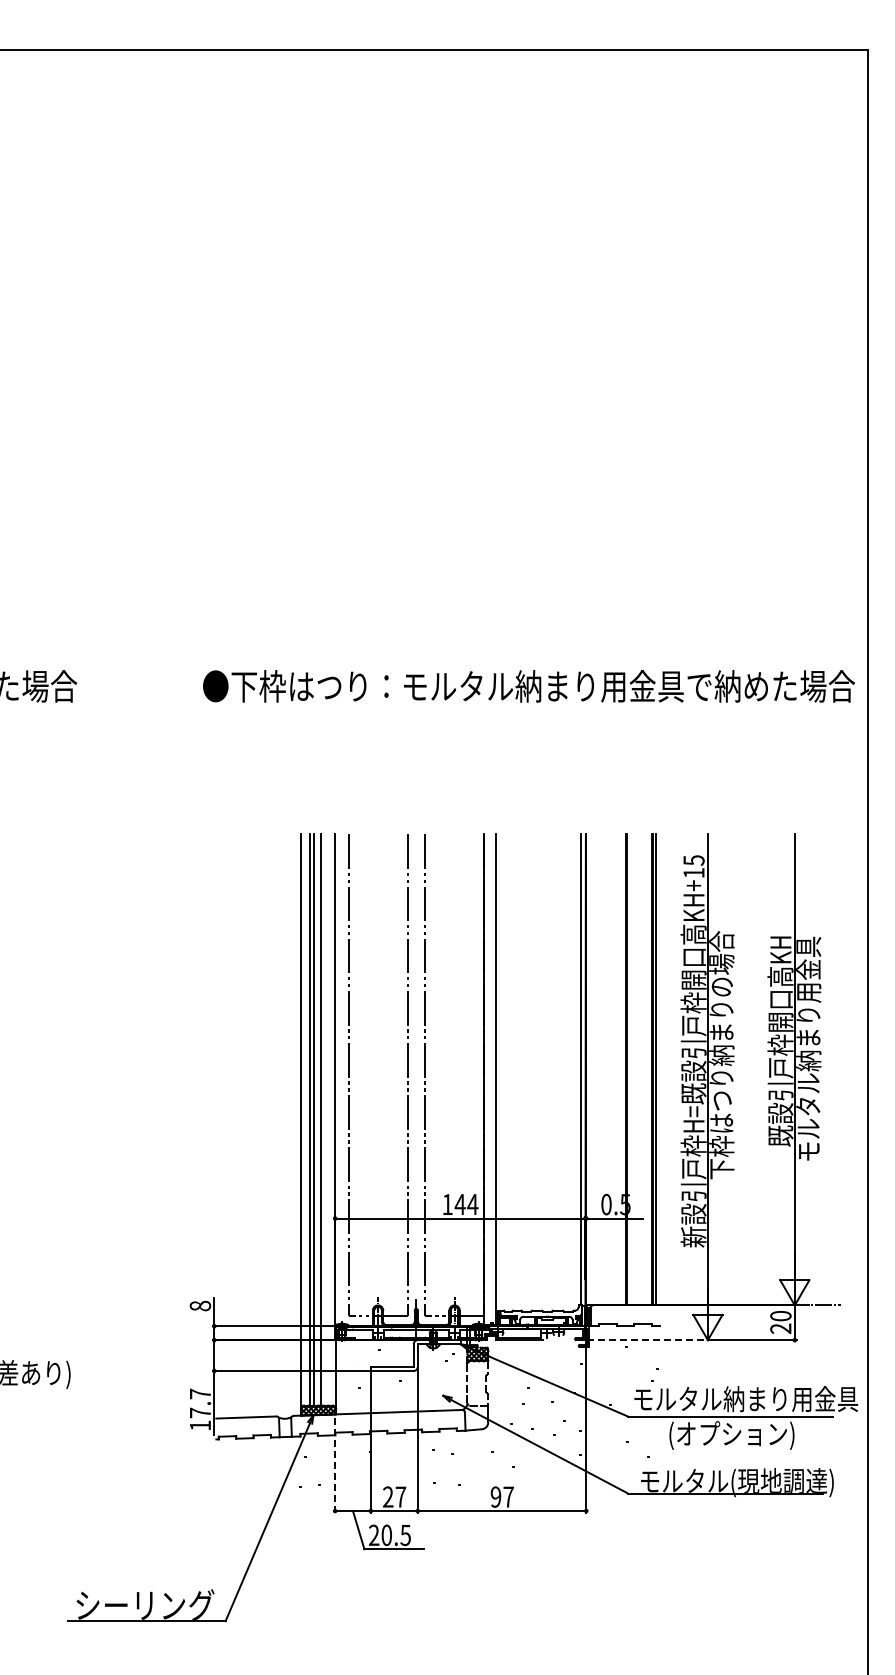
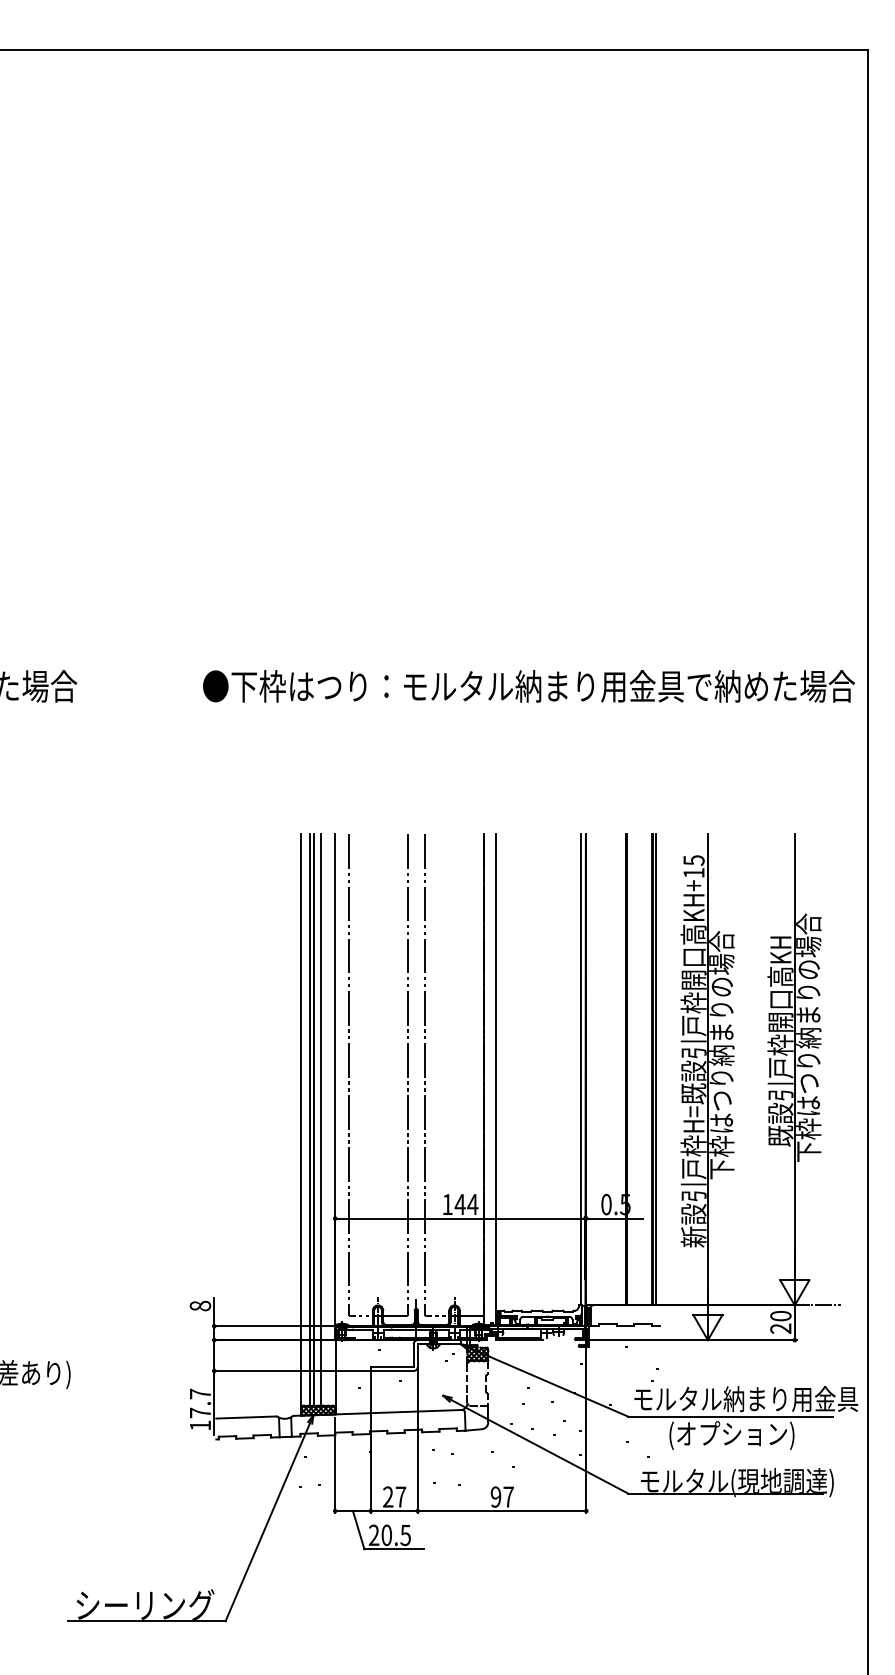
text at (808, 1037): モルタル納まり用金具 -> 下枠はつり納まりの場合
line at (648, 1340): dashed -> solid
line at (335, 1466): dashed -> solid
